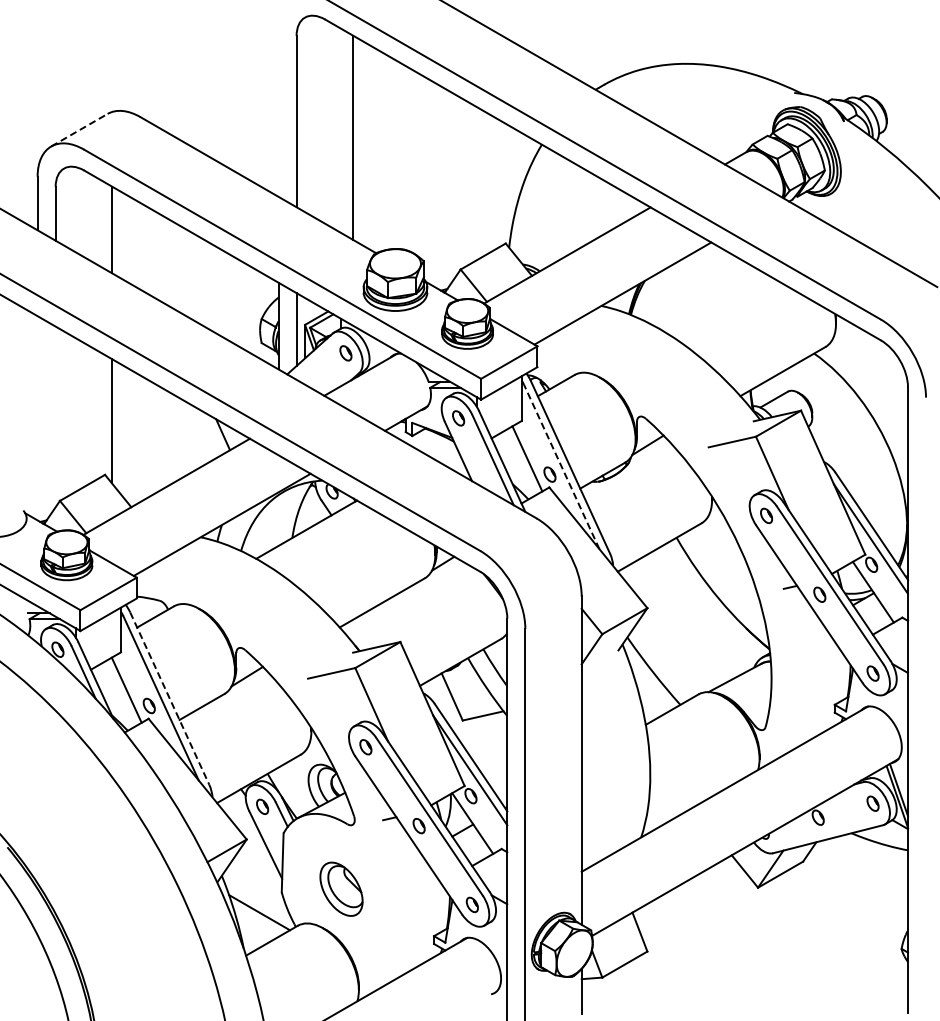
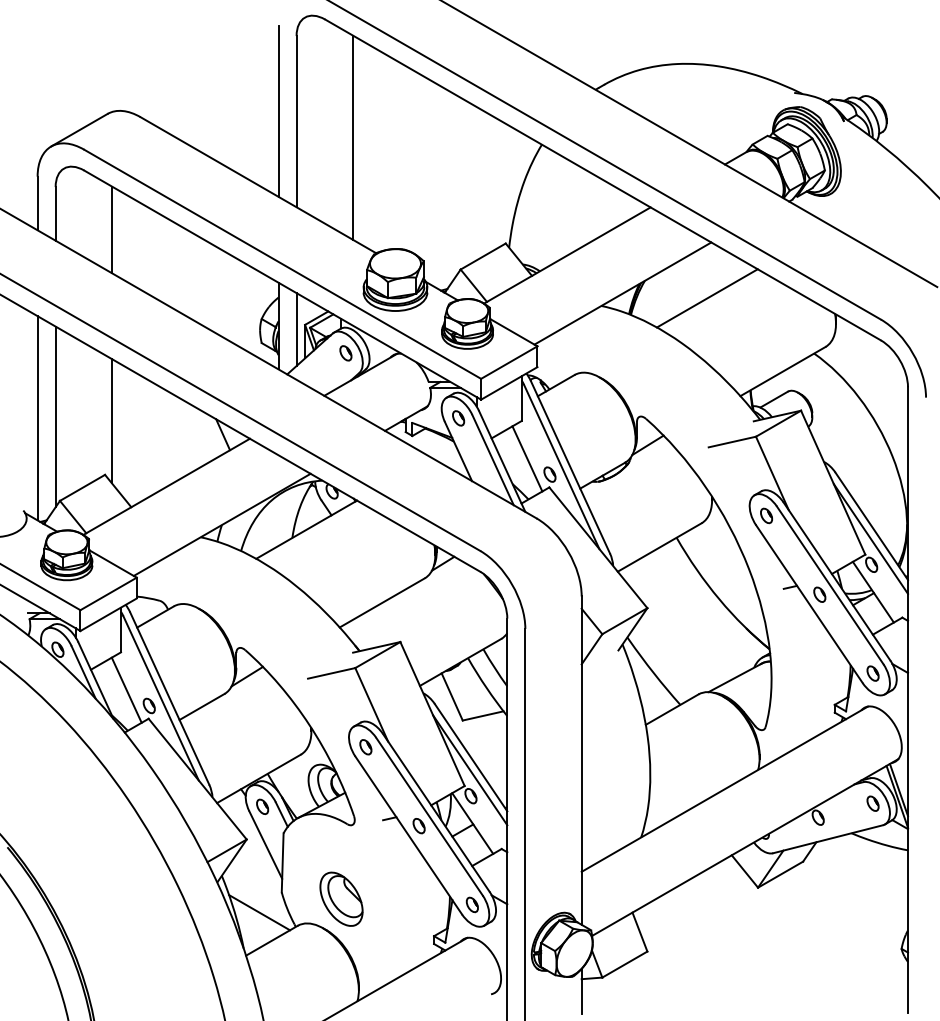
line at (278, 110): none -> present
line at (79, 130): dashed -> solid
line at (706, 298): none -> present
line at (55, 416): none -> present
line at (37, 418): none -> present
line at (561, 466): dashed -> solid
line at (169, 698): dashed -> solid
part at (341, 888) position: (341, 888) -> (341, 898)
